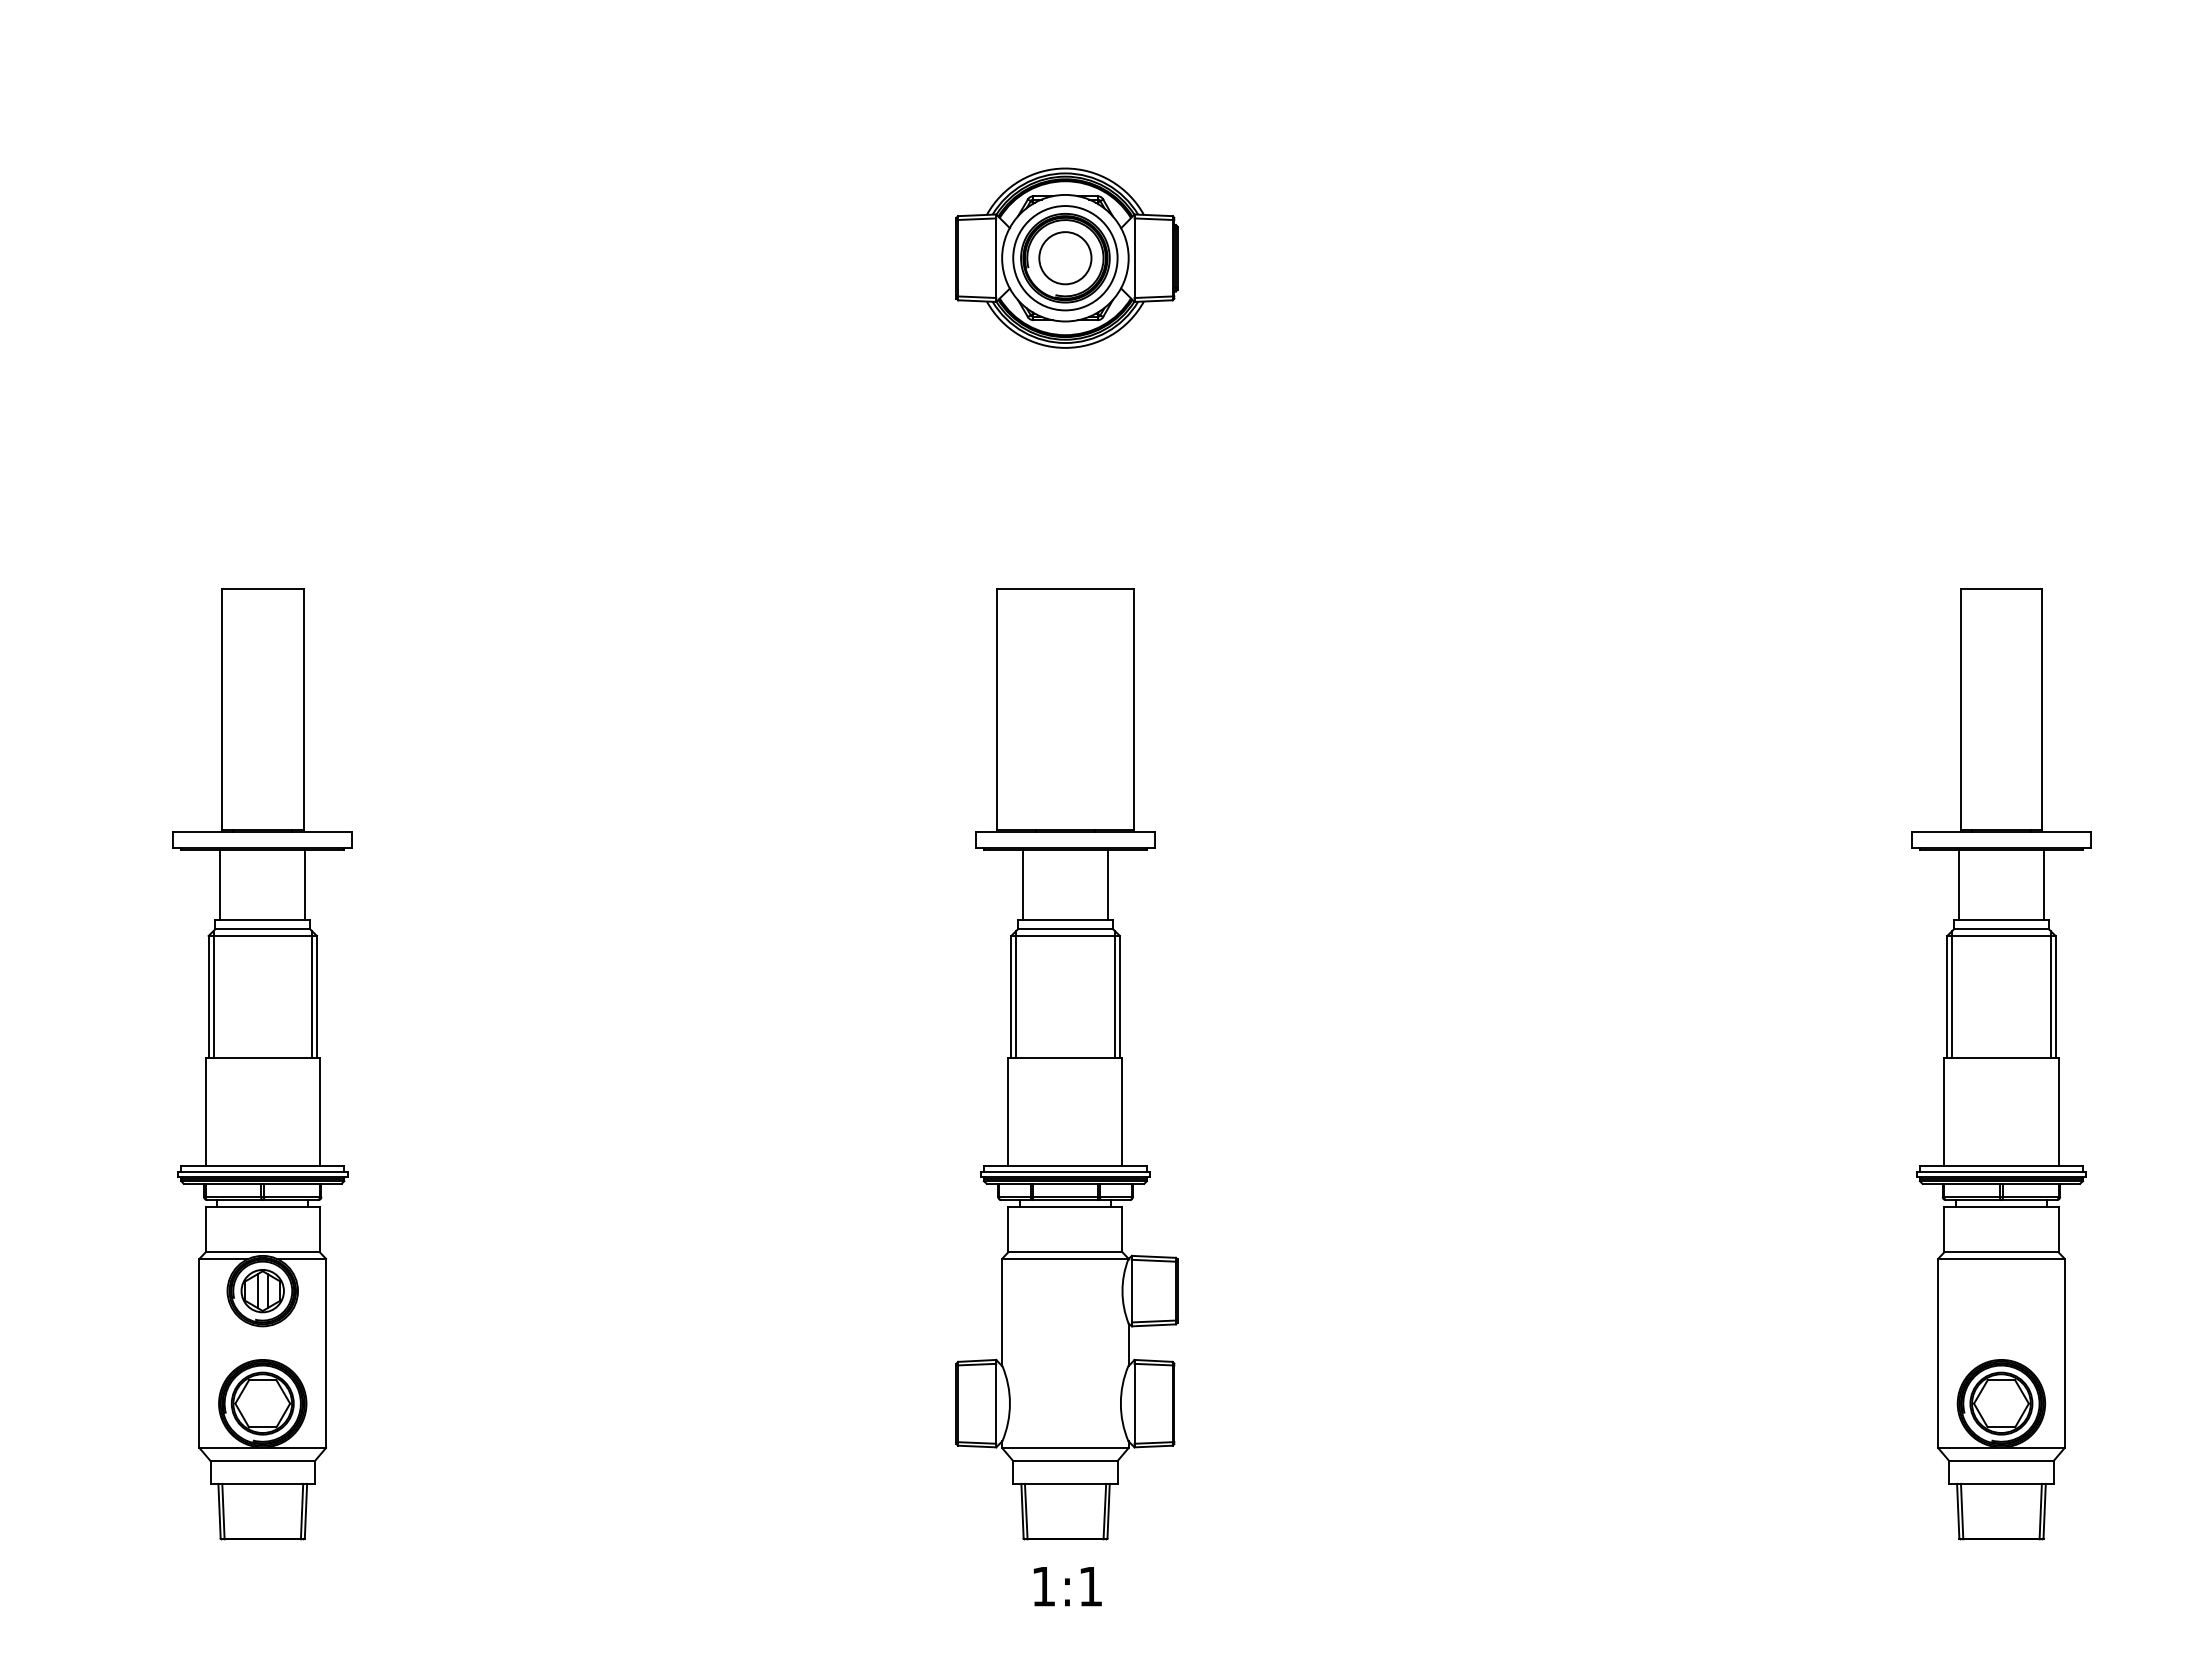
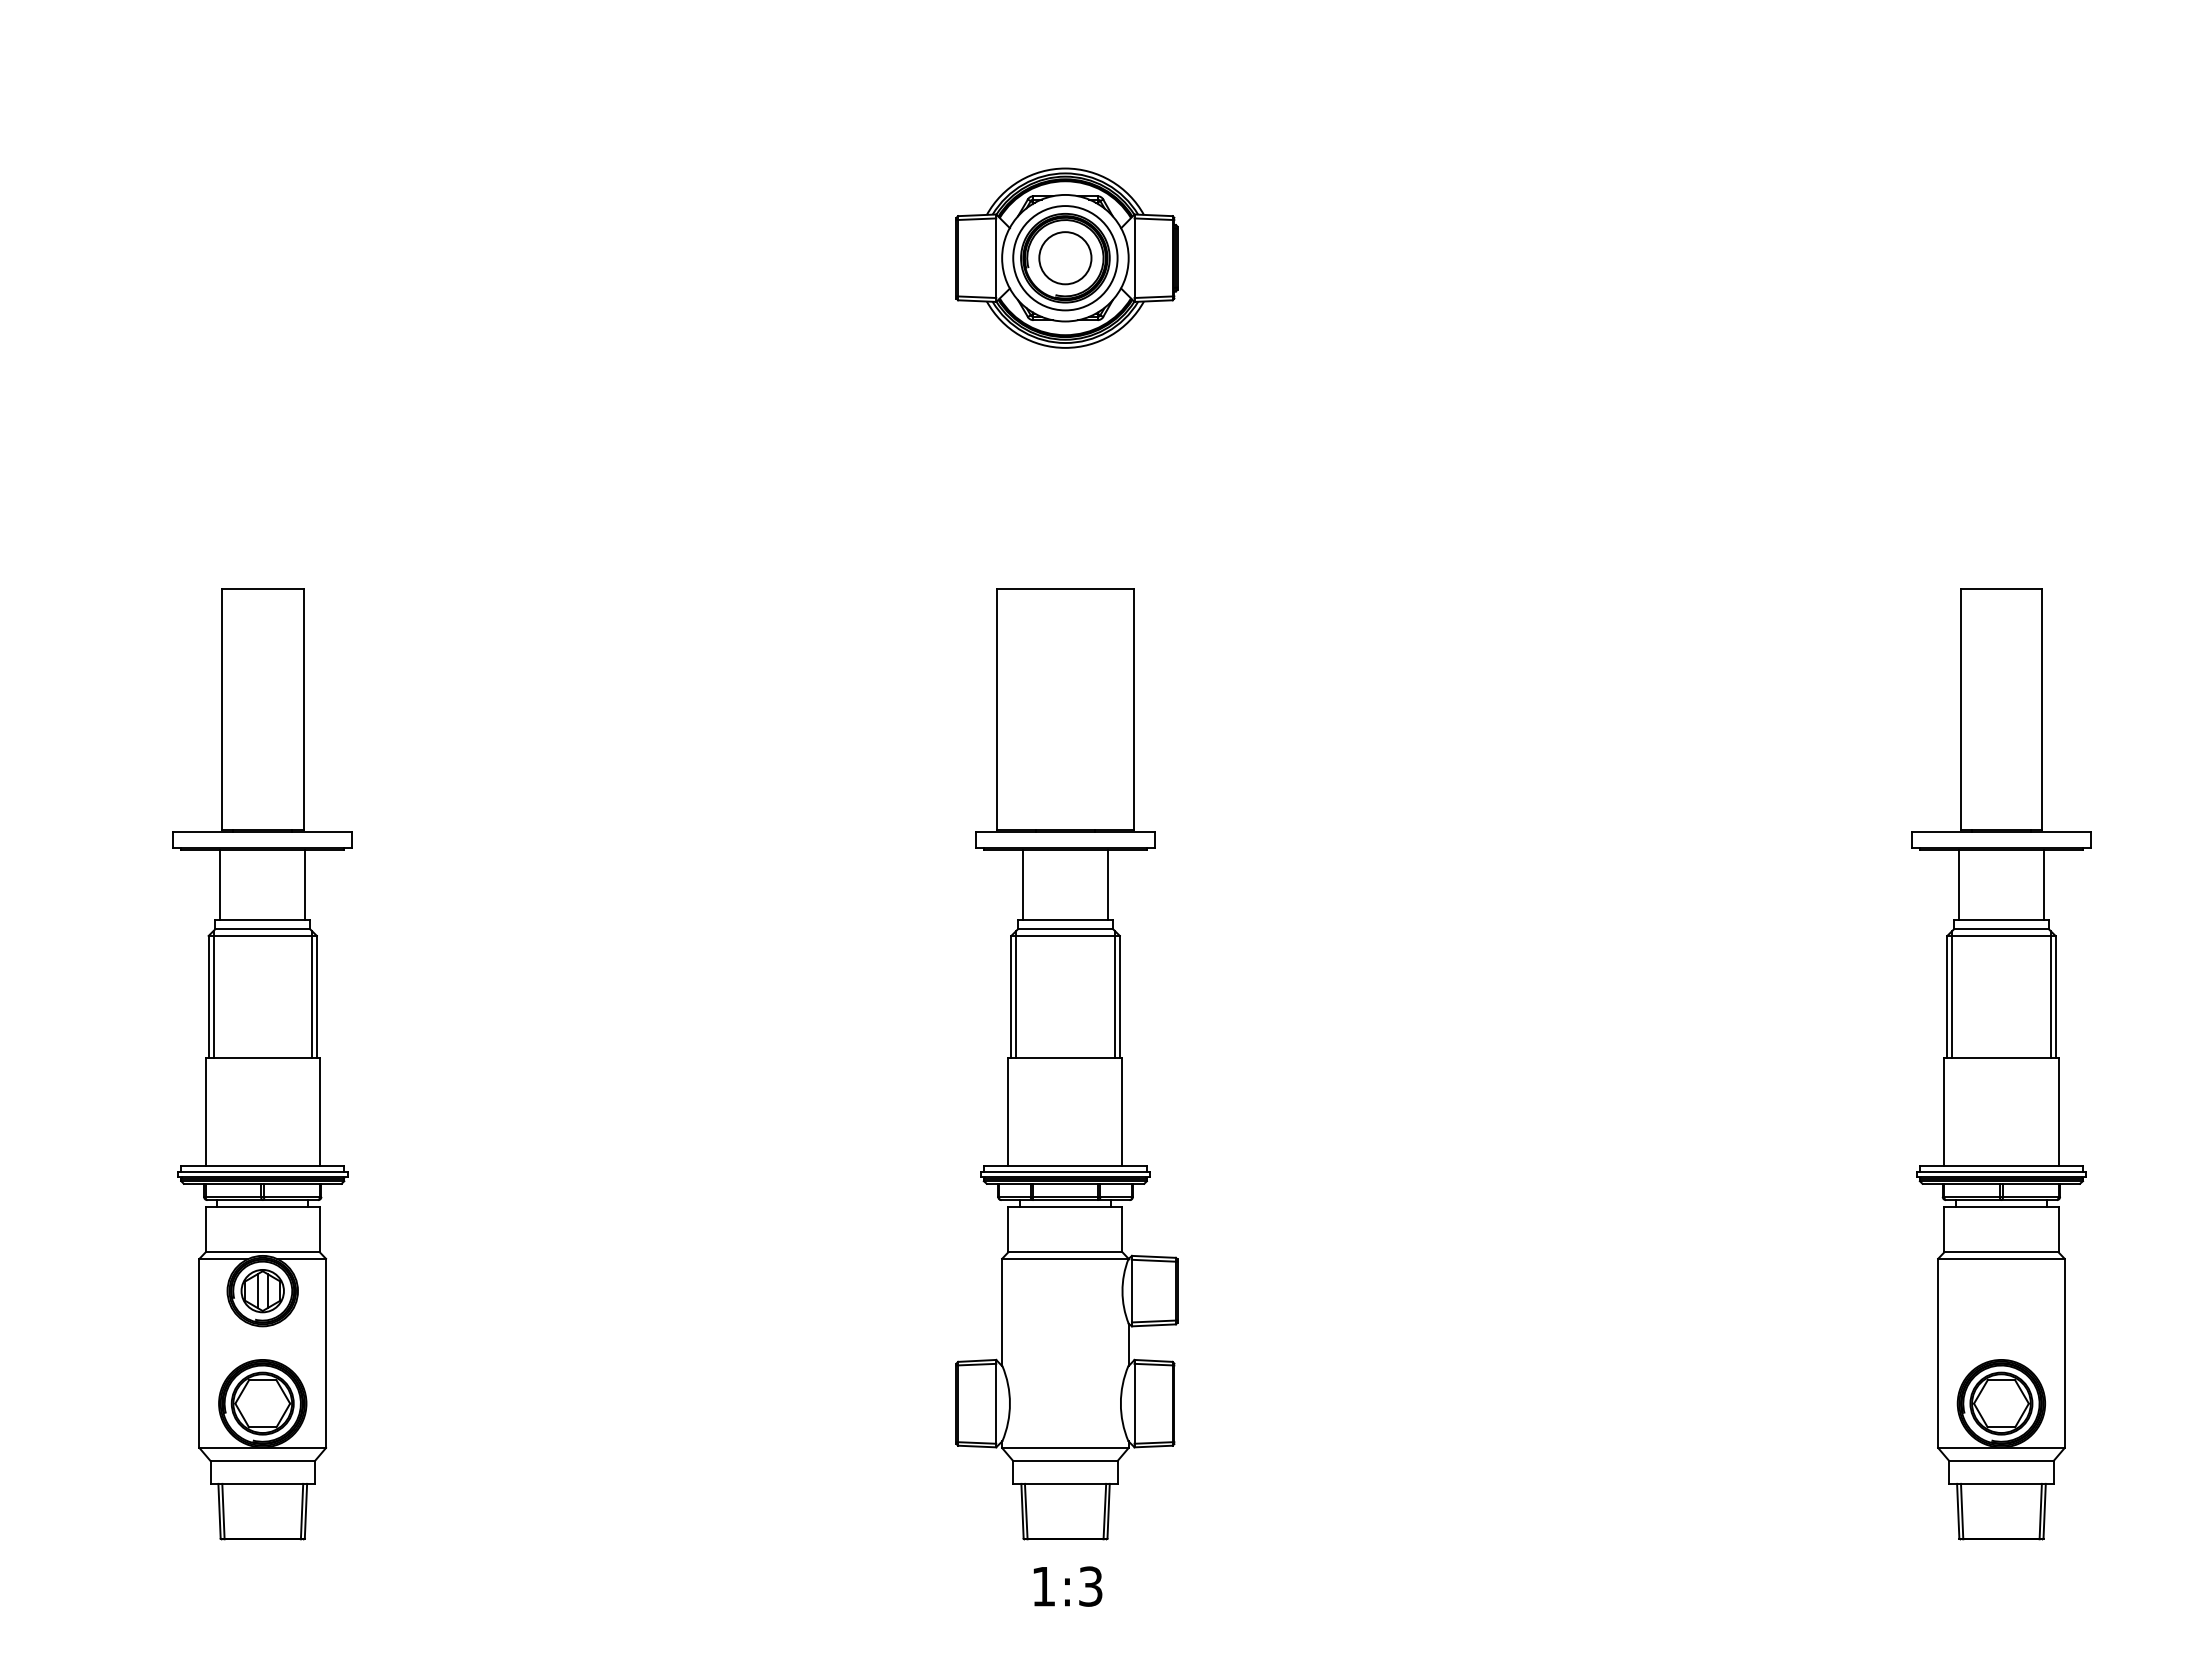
text at (1090, 1586): 1:1 -> 1:3
